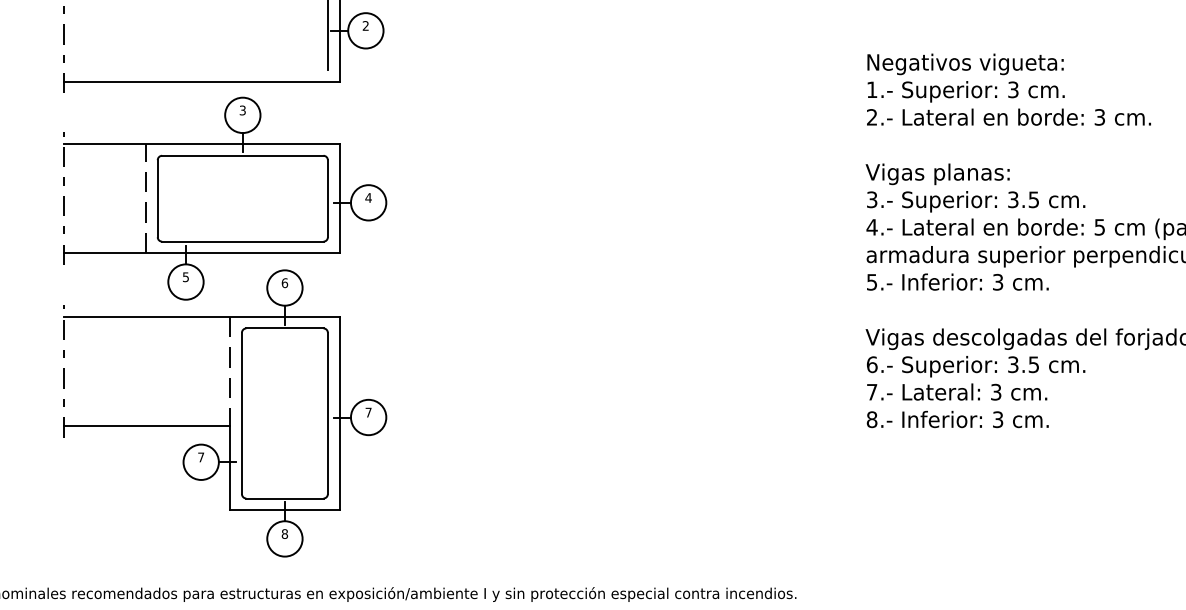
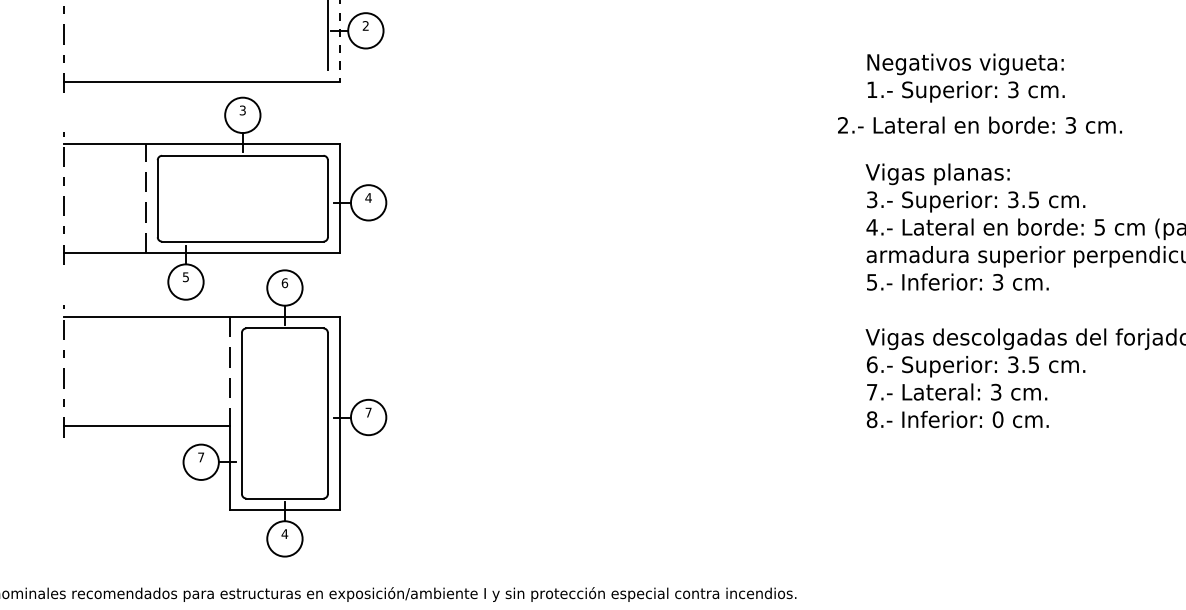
line at (339, 41): solid -> dashed
text at (1008, 116) position: (1008, 116) -> (979, 124)
text at (997, 419): 3 -> 0
text at (284, 533): 8 -> 4
